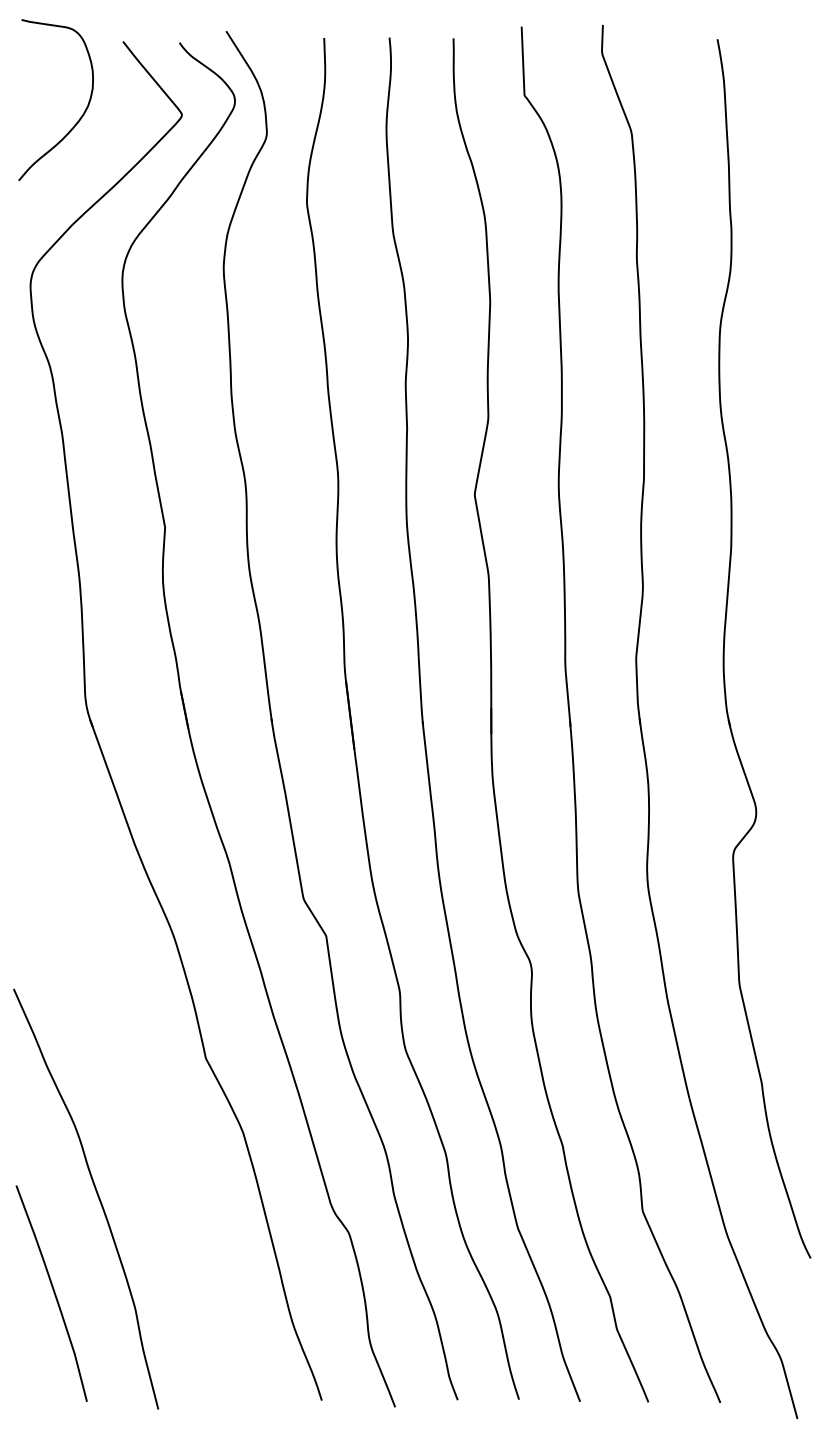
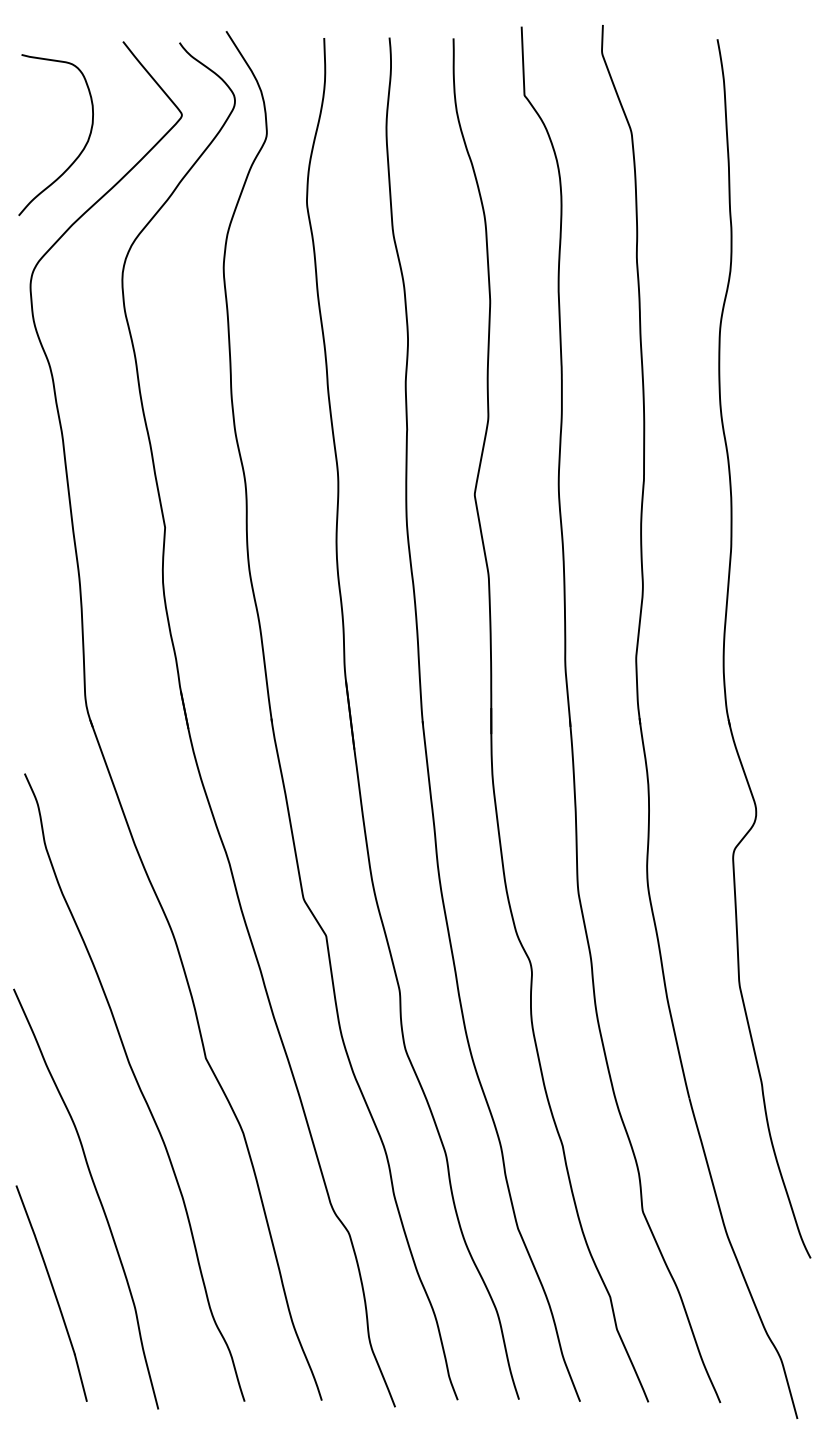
curve at (78, 119) position: (78, 119) -> (78, 154)
curve at (137, 1085): none -> present
